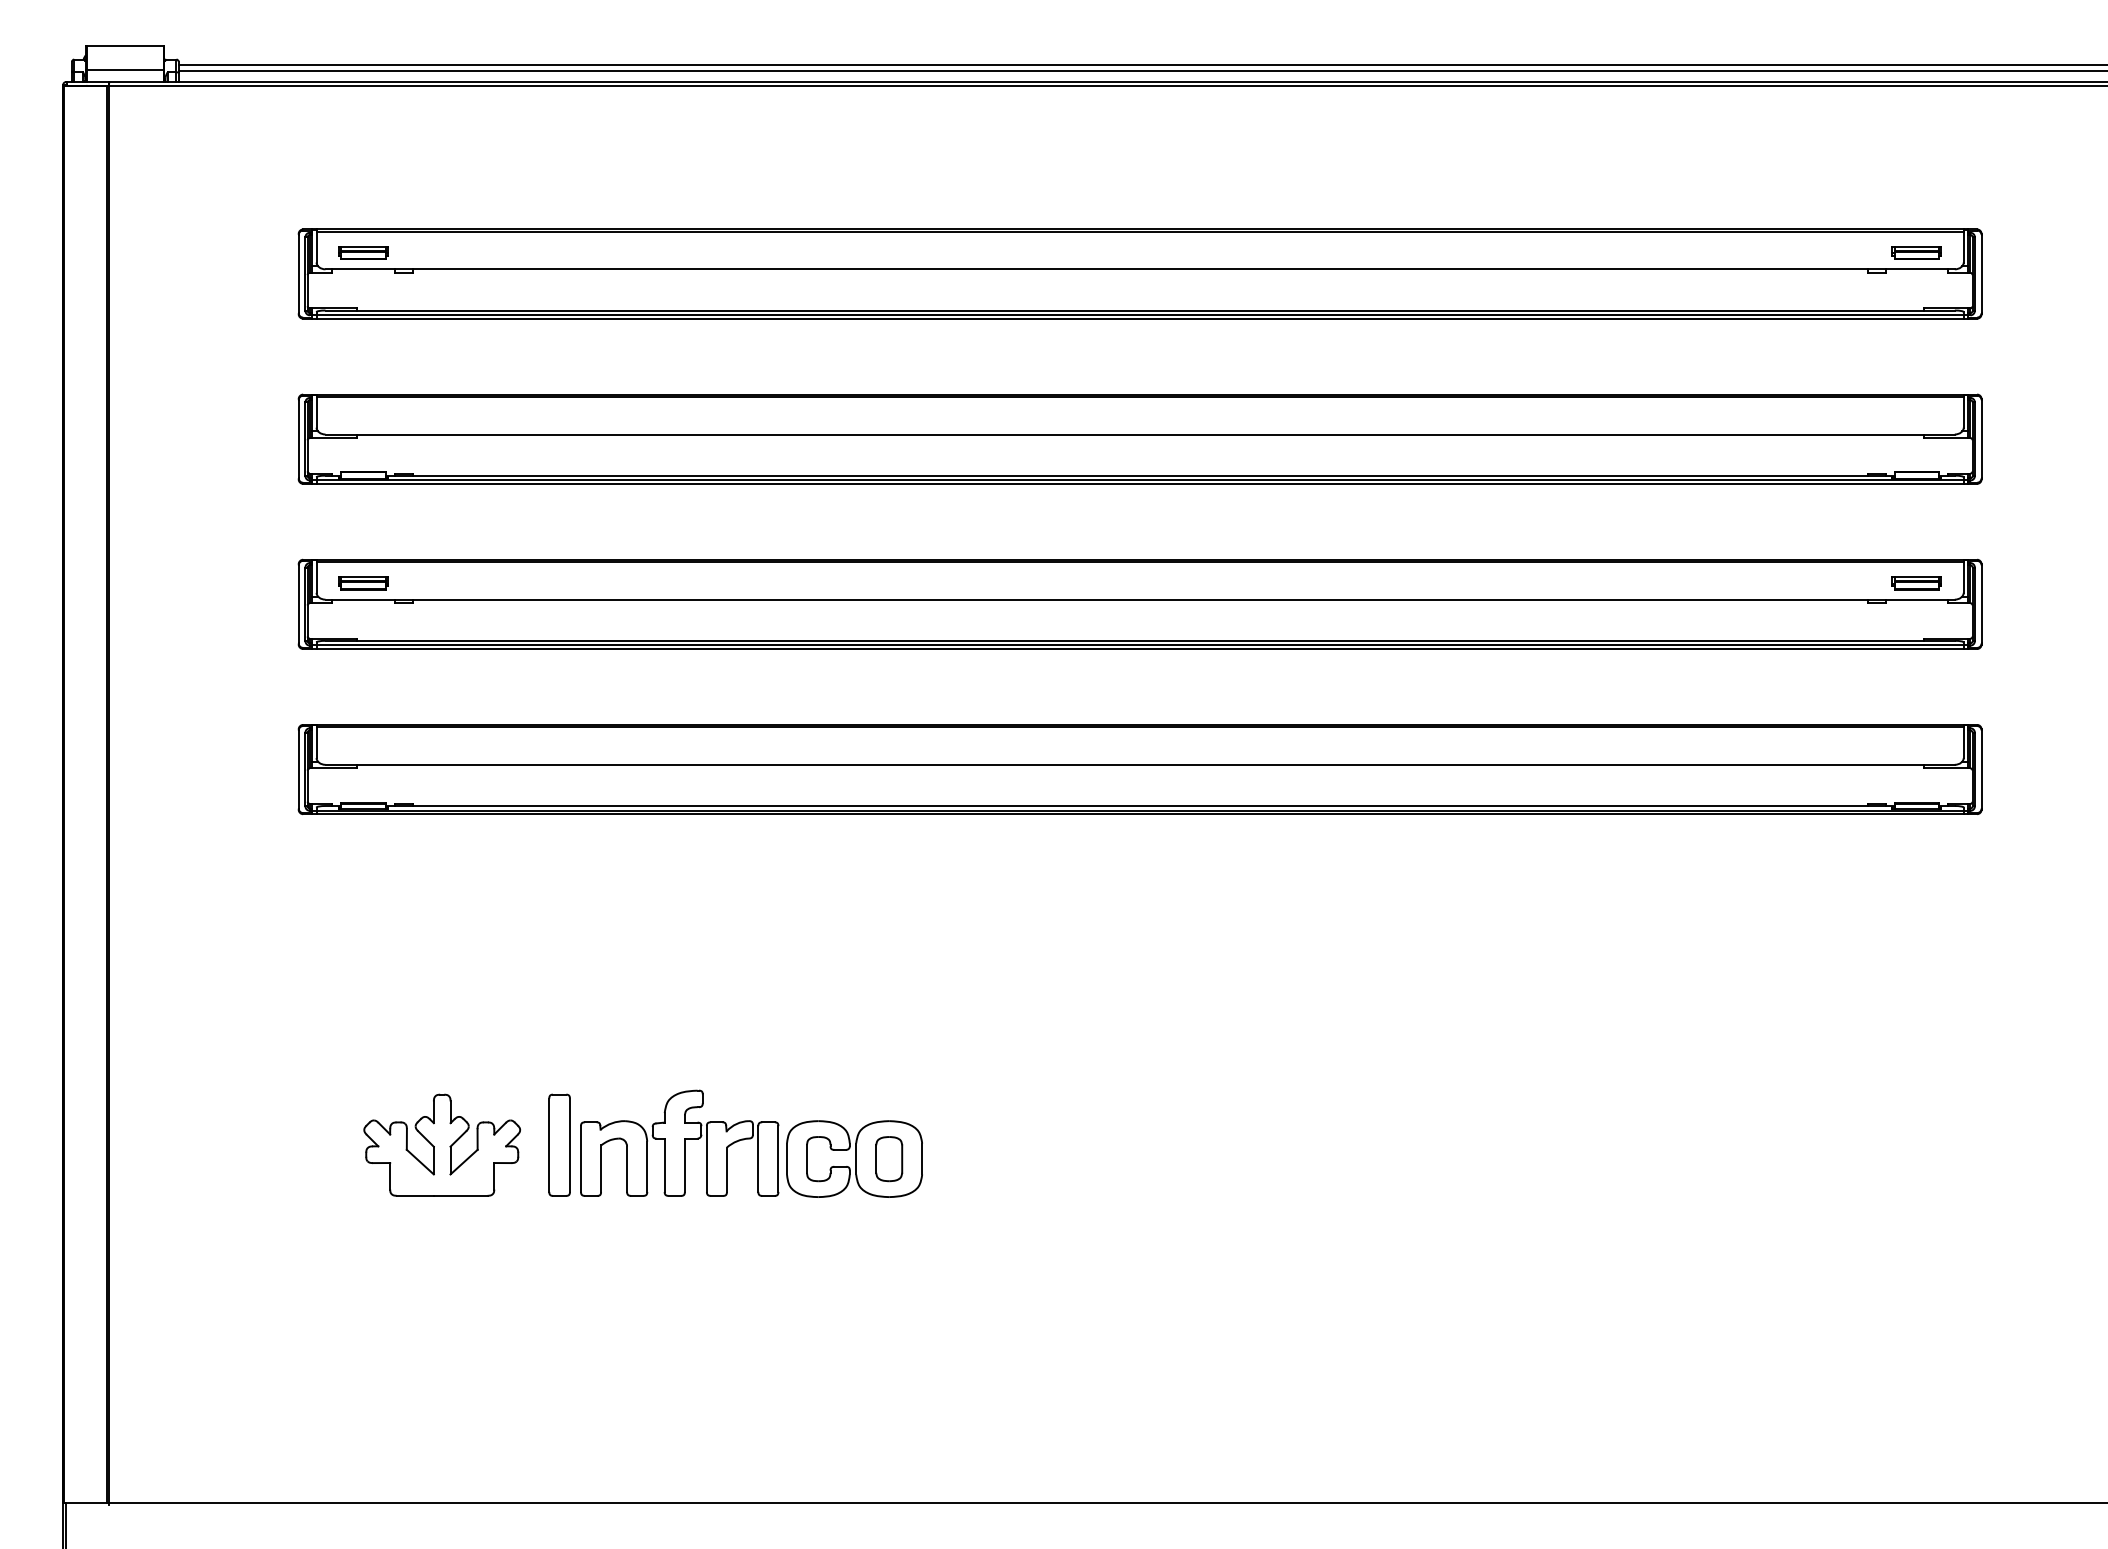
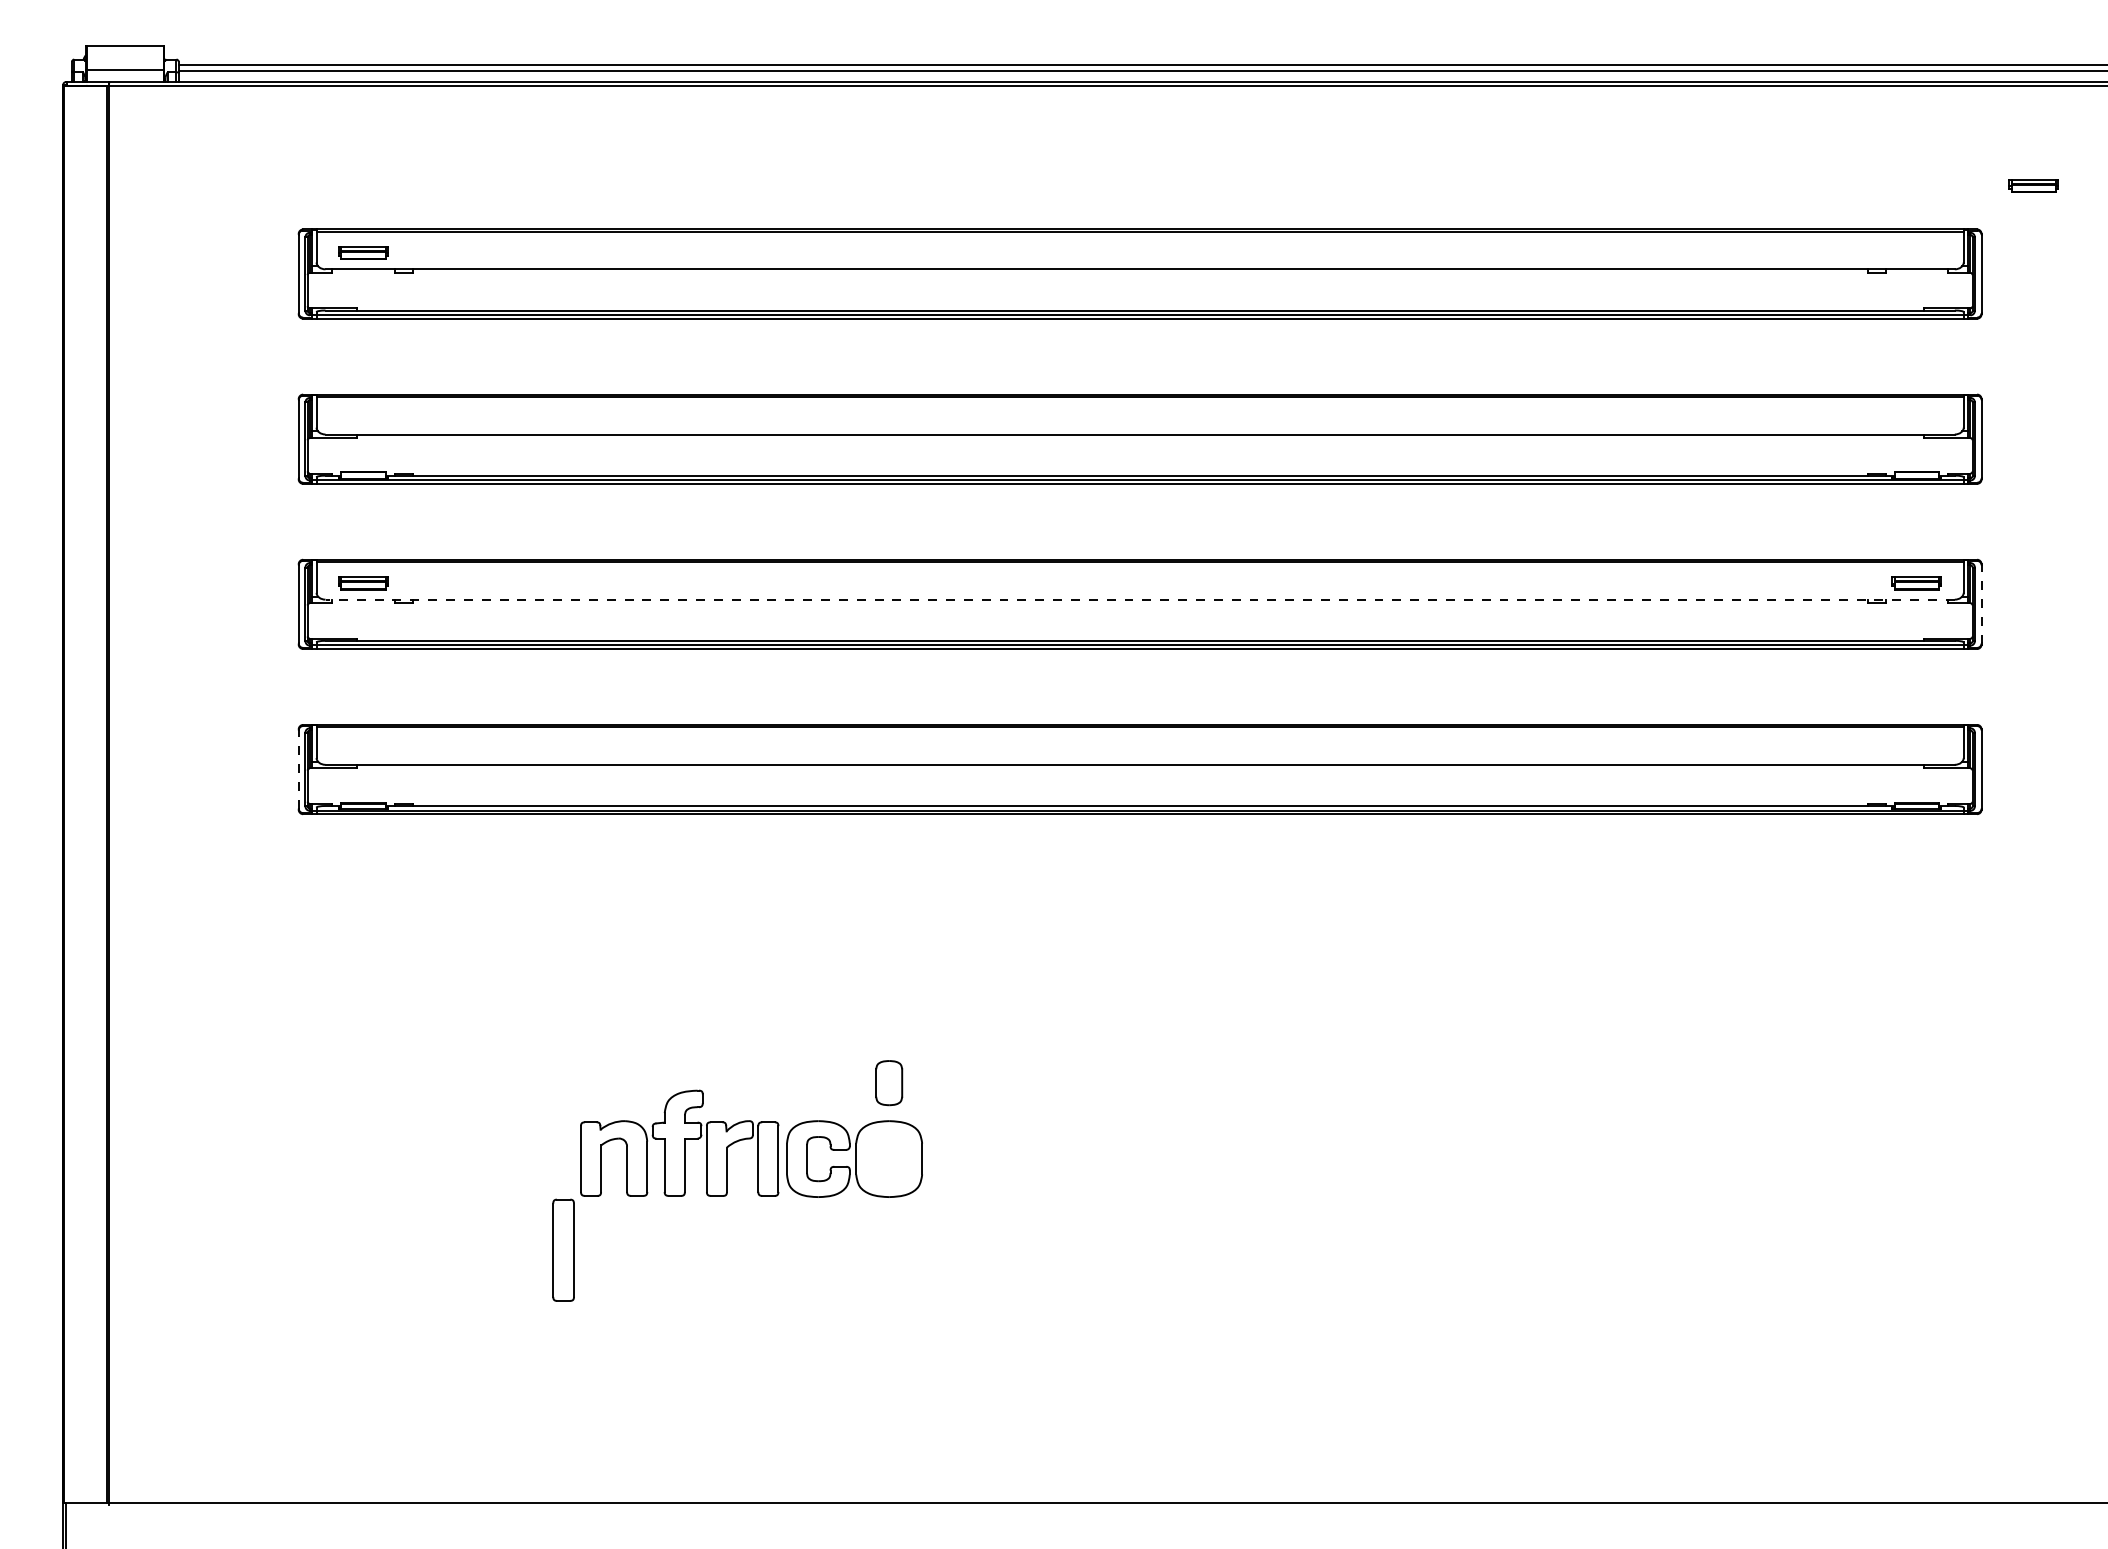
part at (1916, 252) position: (1916, 252) -> (2033, 185)
line at (1140, 599): solid -> dashed
line at (1981, 603): solid -> dashed
line at (298, 769): solid -> dashed
part at (441, 1144): present -> none
part at (559, 1144) position: (559, 1144) -> (563, 1249)
part at (889, 1159) position: (889, 1159) -> (889, 1083)
